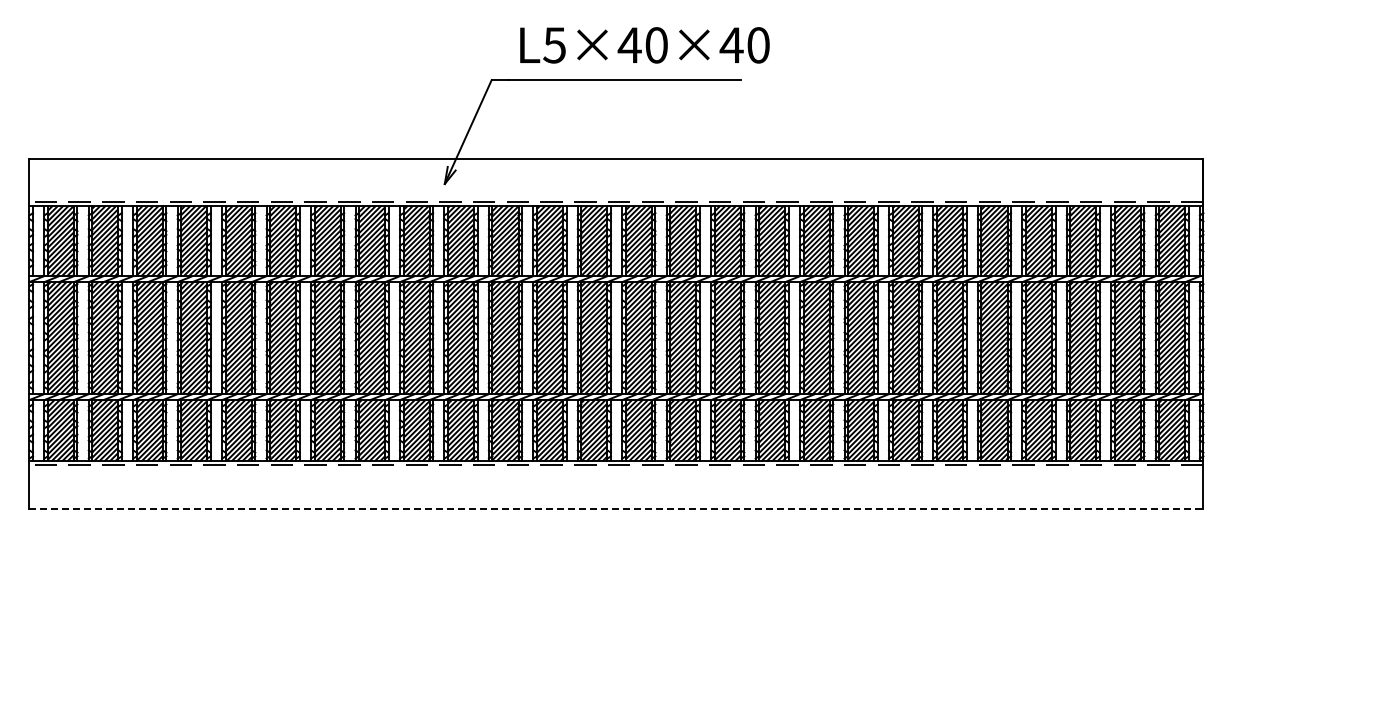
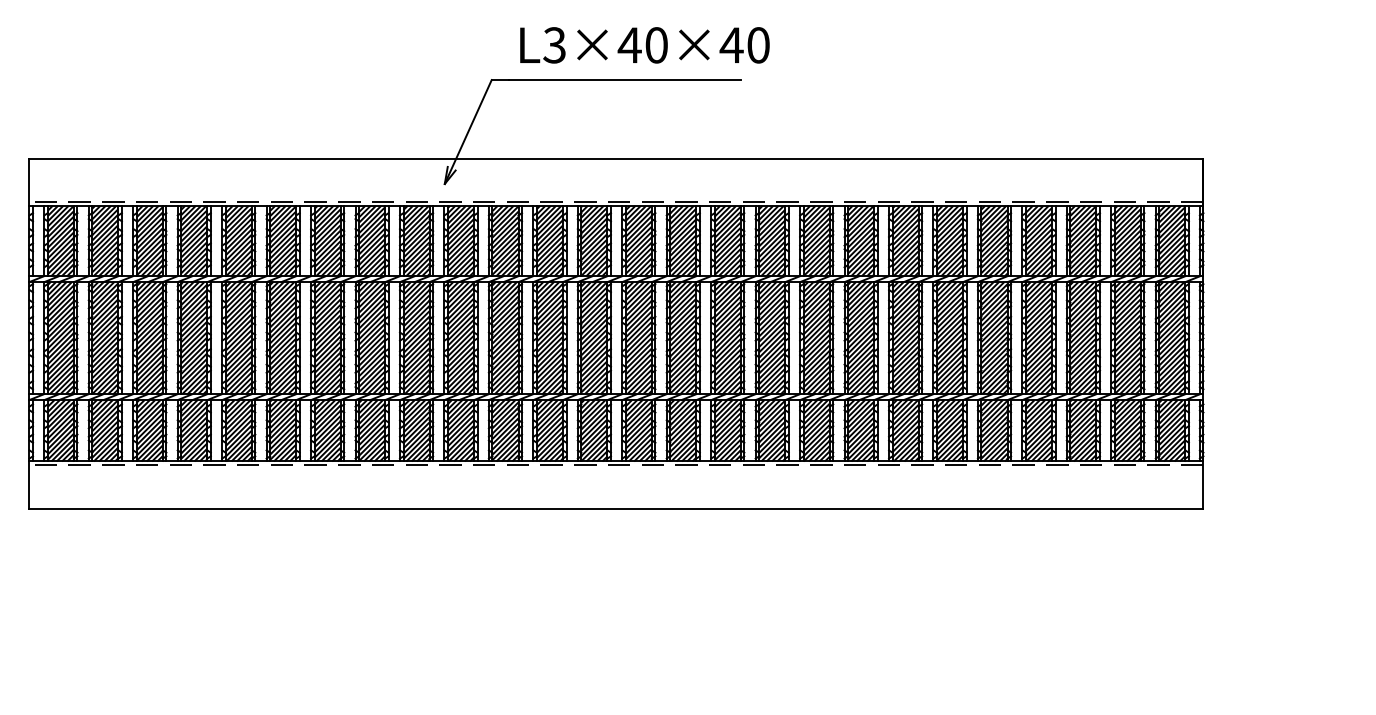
text at (554, 45): L5×40×40 -> L3×40×40
line at (616, 508): dashed -> solid
